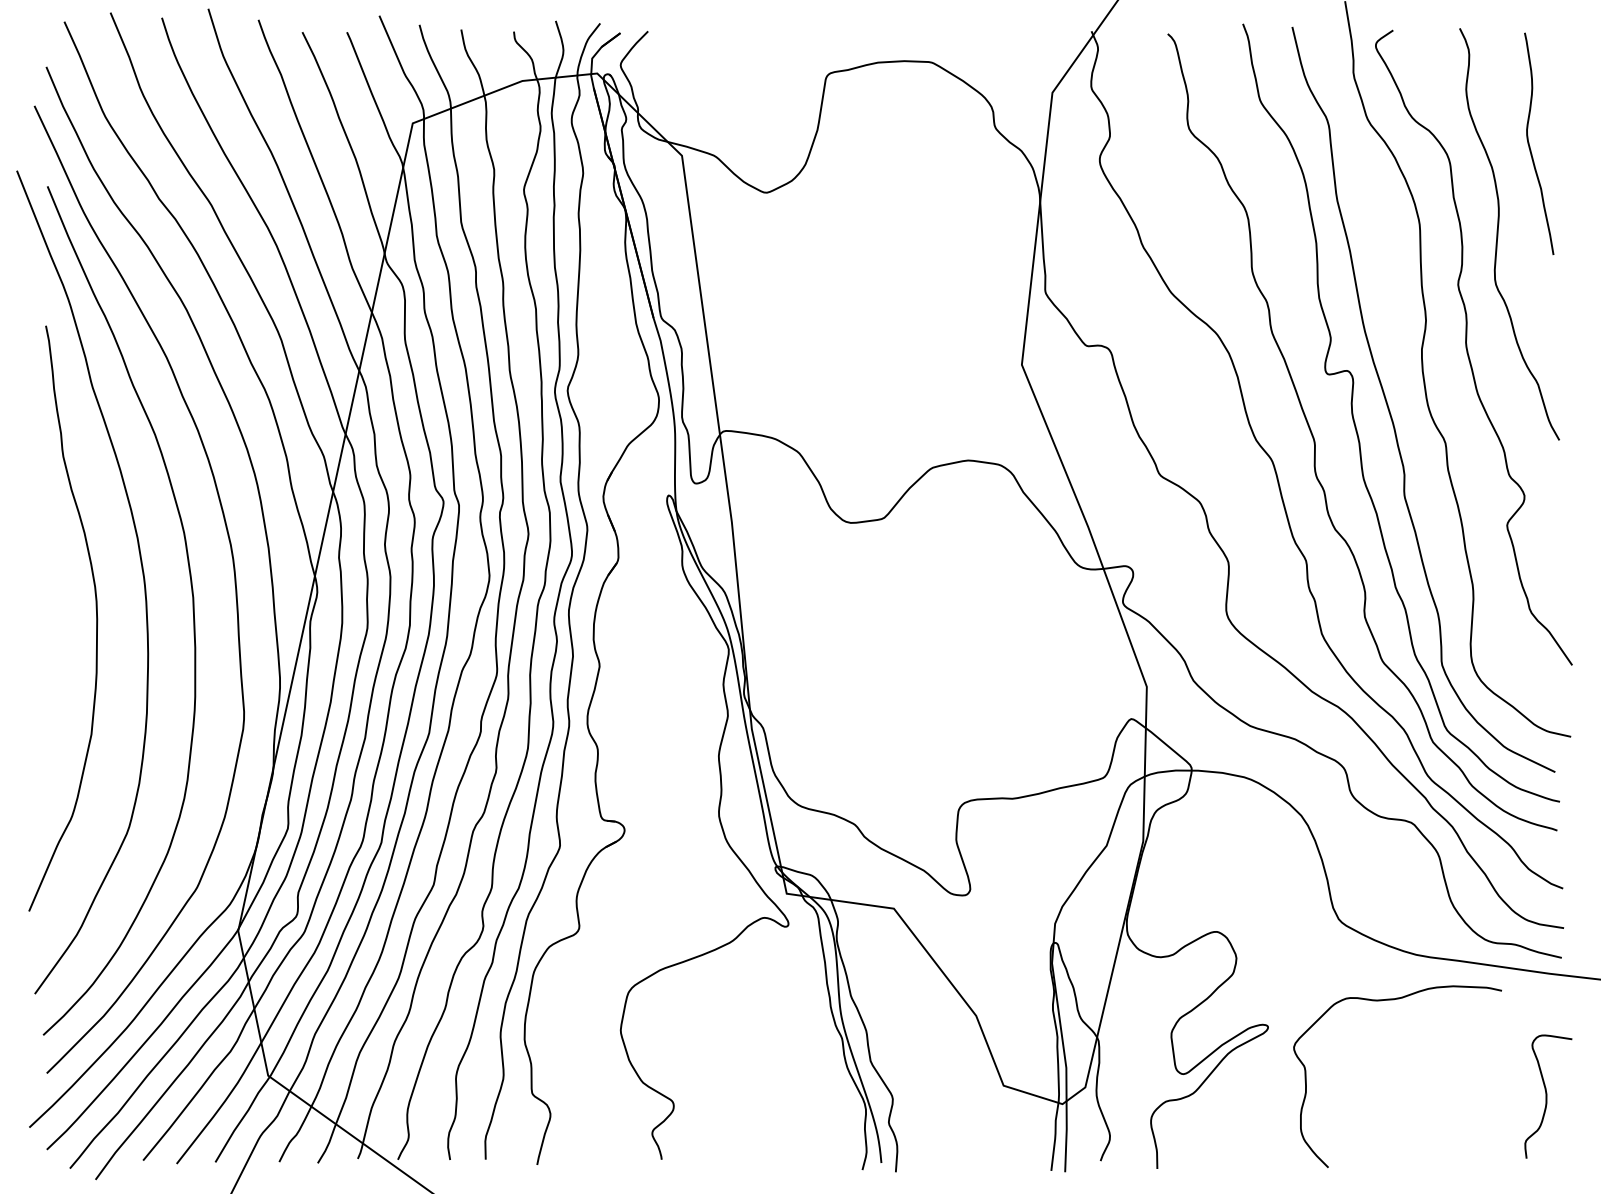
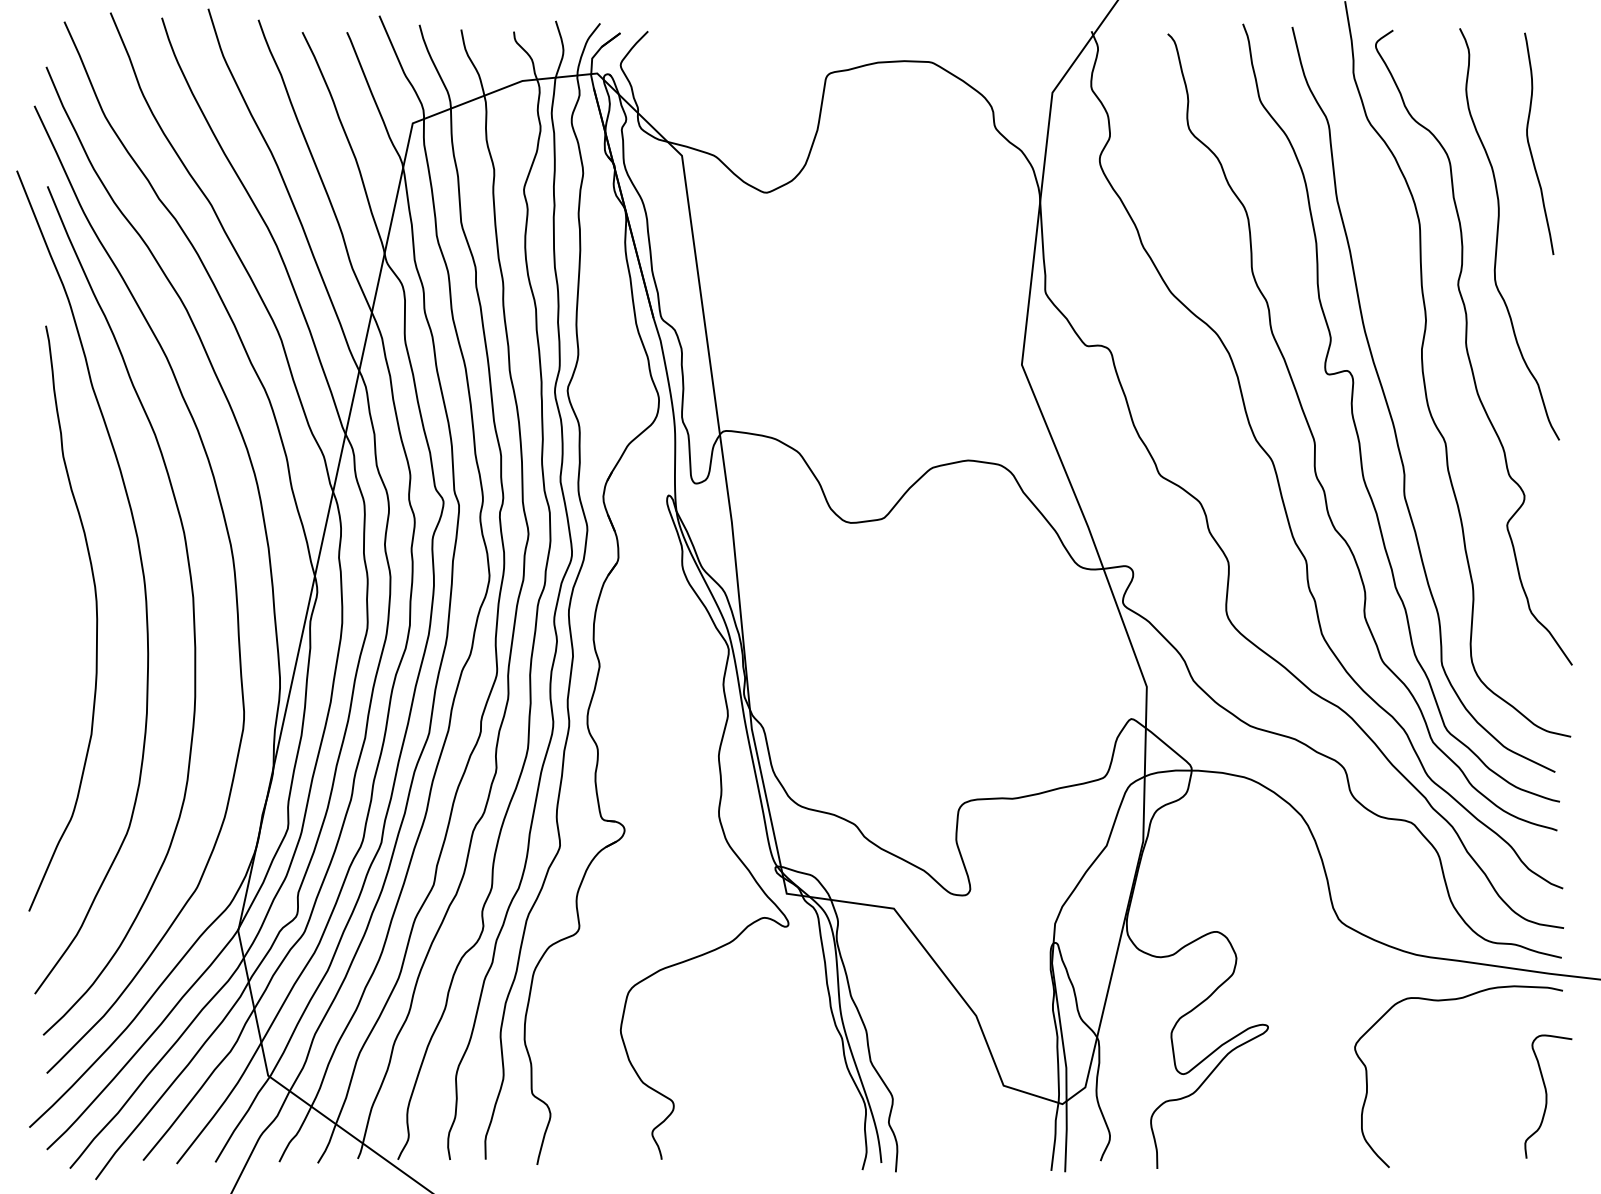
curve at (1393, 1000) position: (1393, 1000) -> (1454, 1000)
